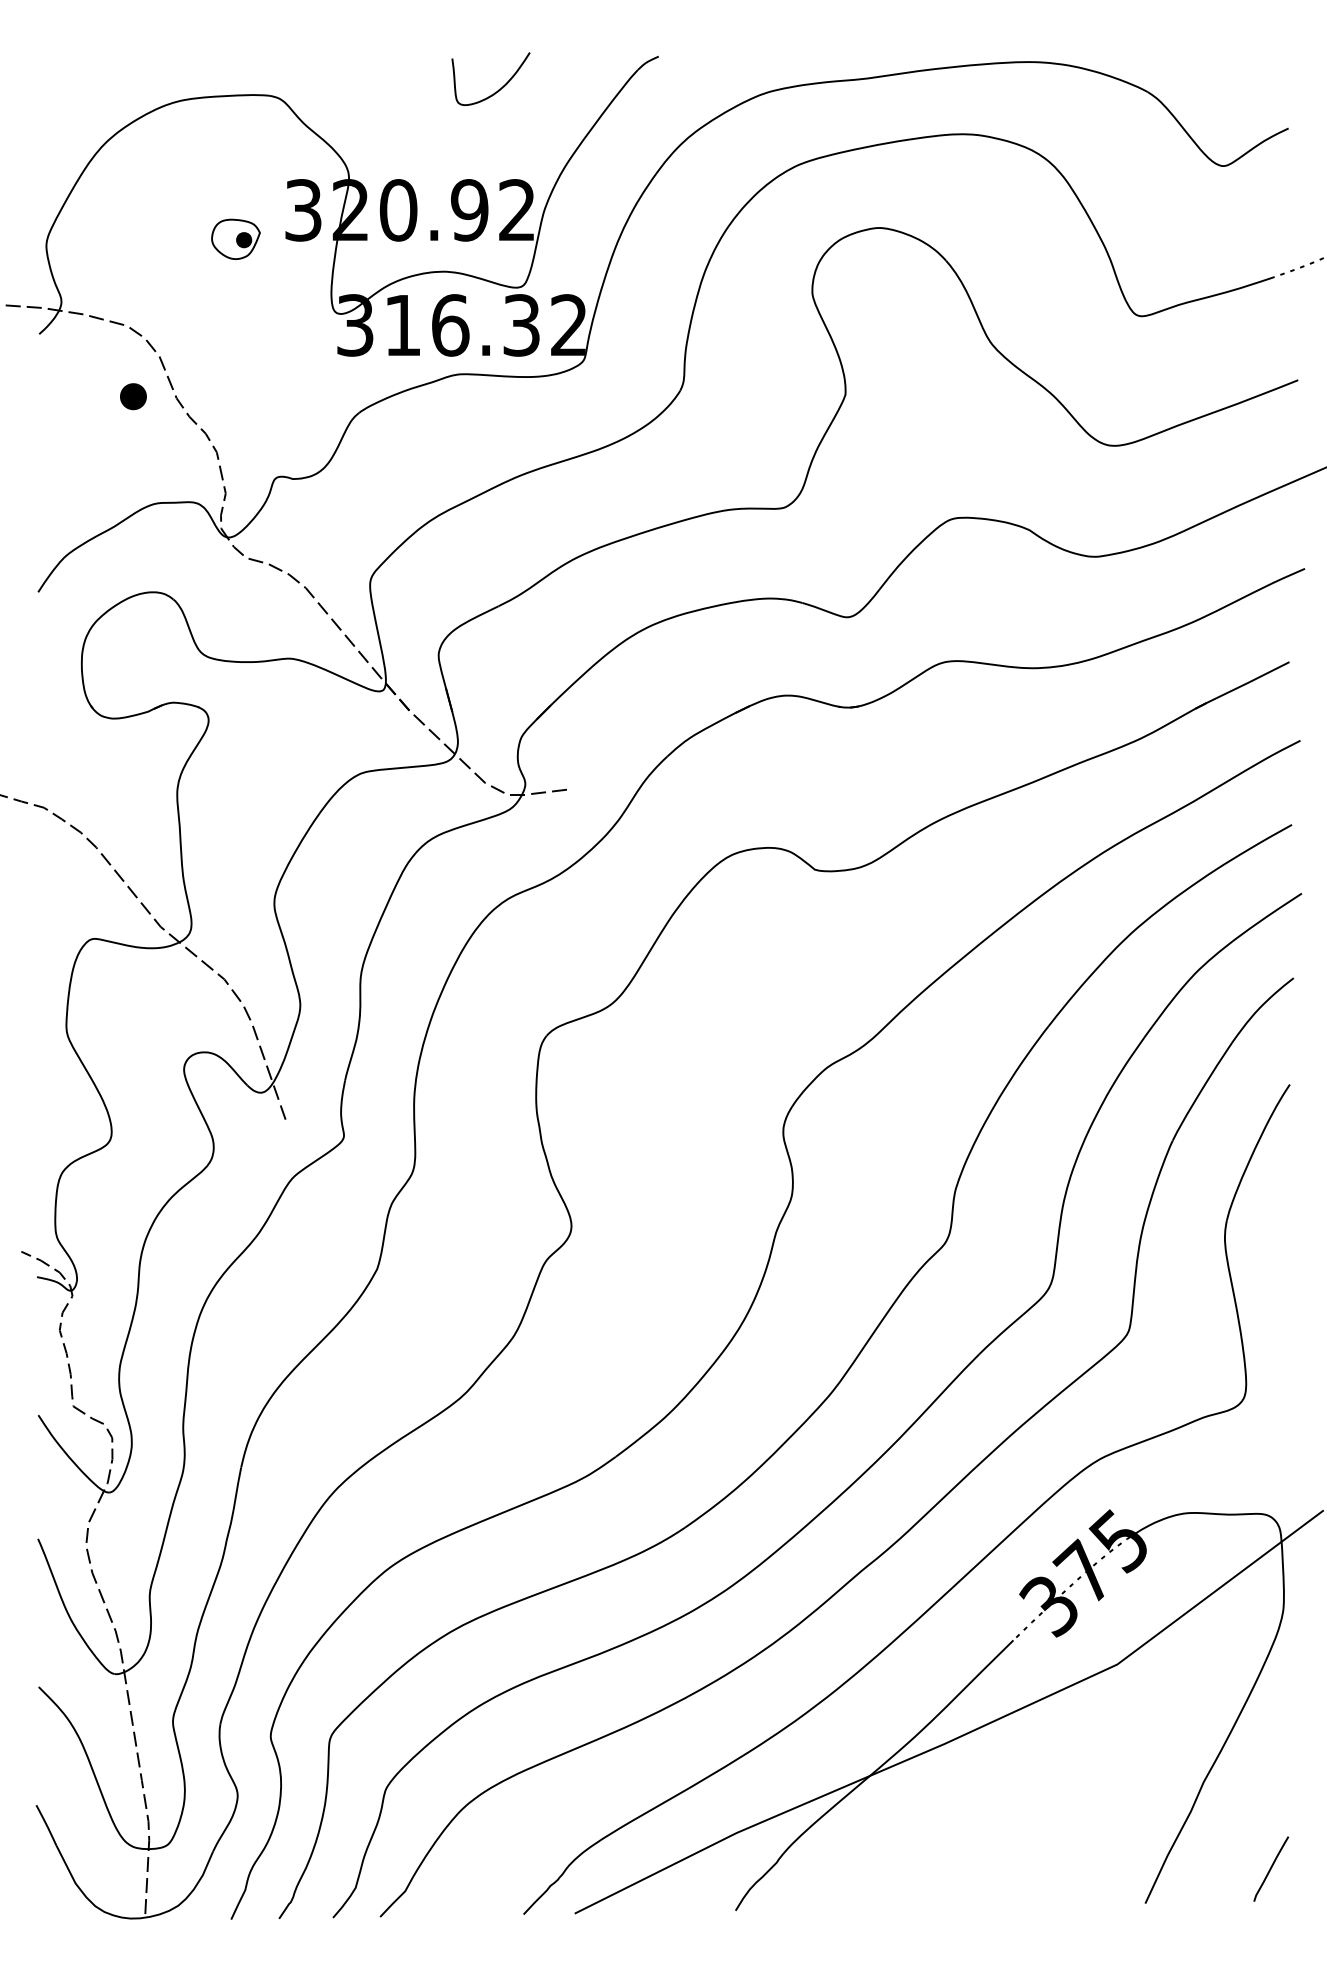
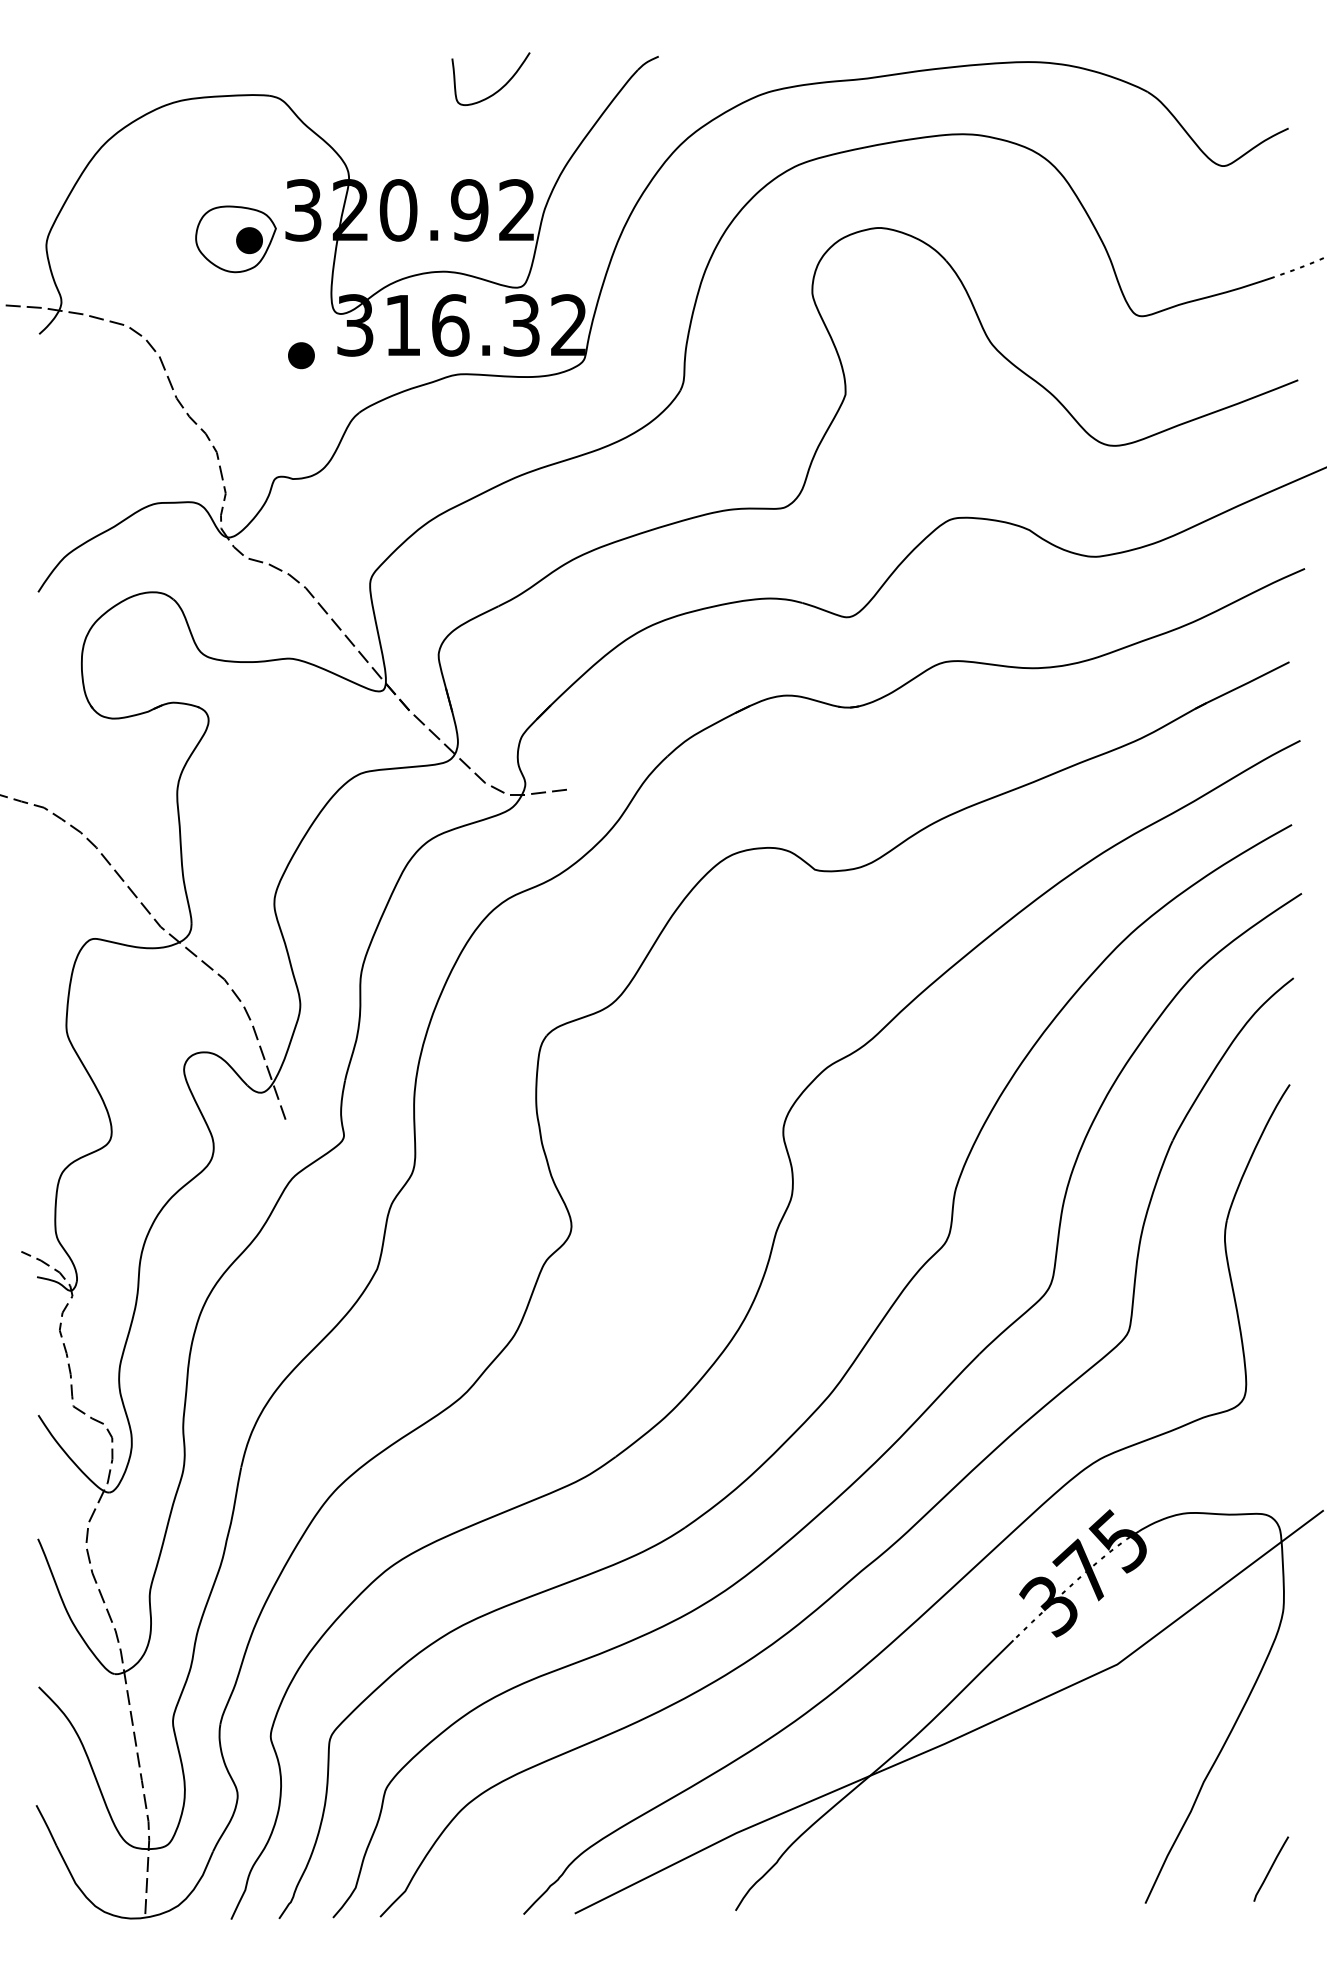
part at (235, 238) size: 50x42 px -> 82x69 px
part at (133, 396) position: (133, 396) -> (301, 355)
